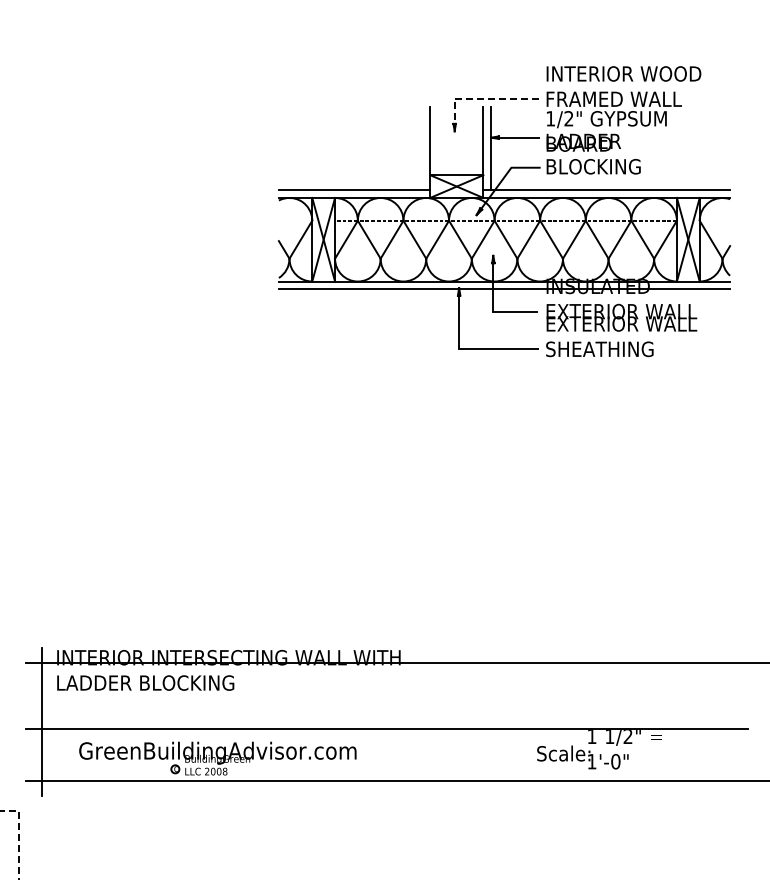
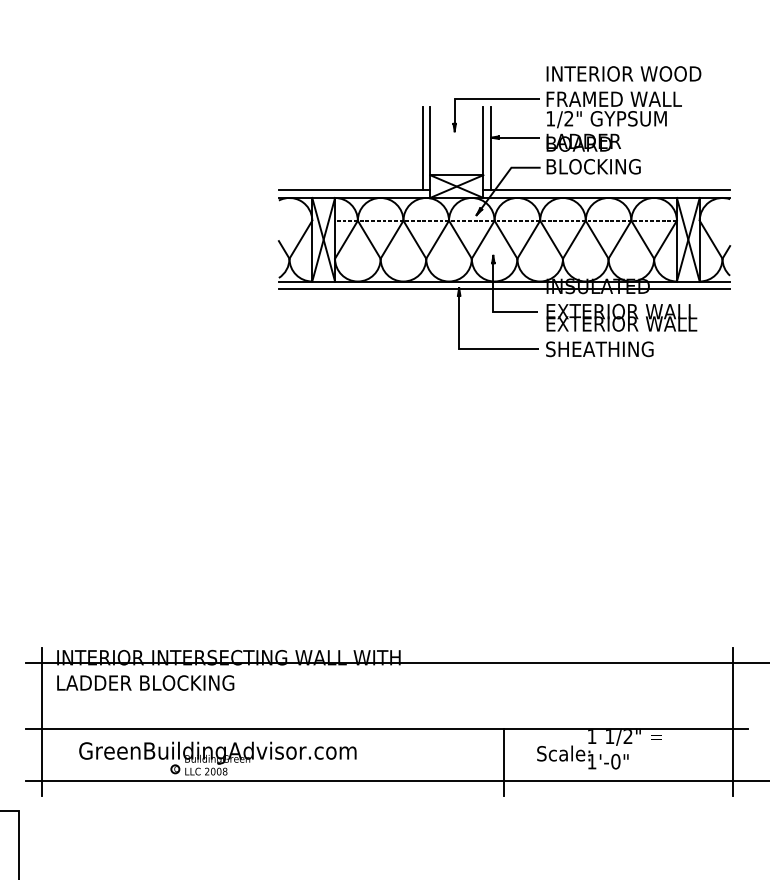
line at (480, 98): dashed -> solid
line at (422, 148): none -> present
line at (732, 721): none -> present
line at (504, 762): none -> present
line at (18, 836): dashed -> solid
